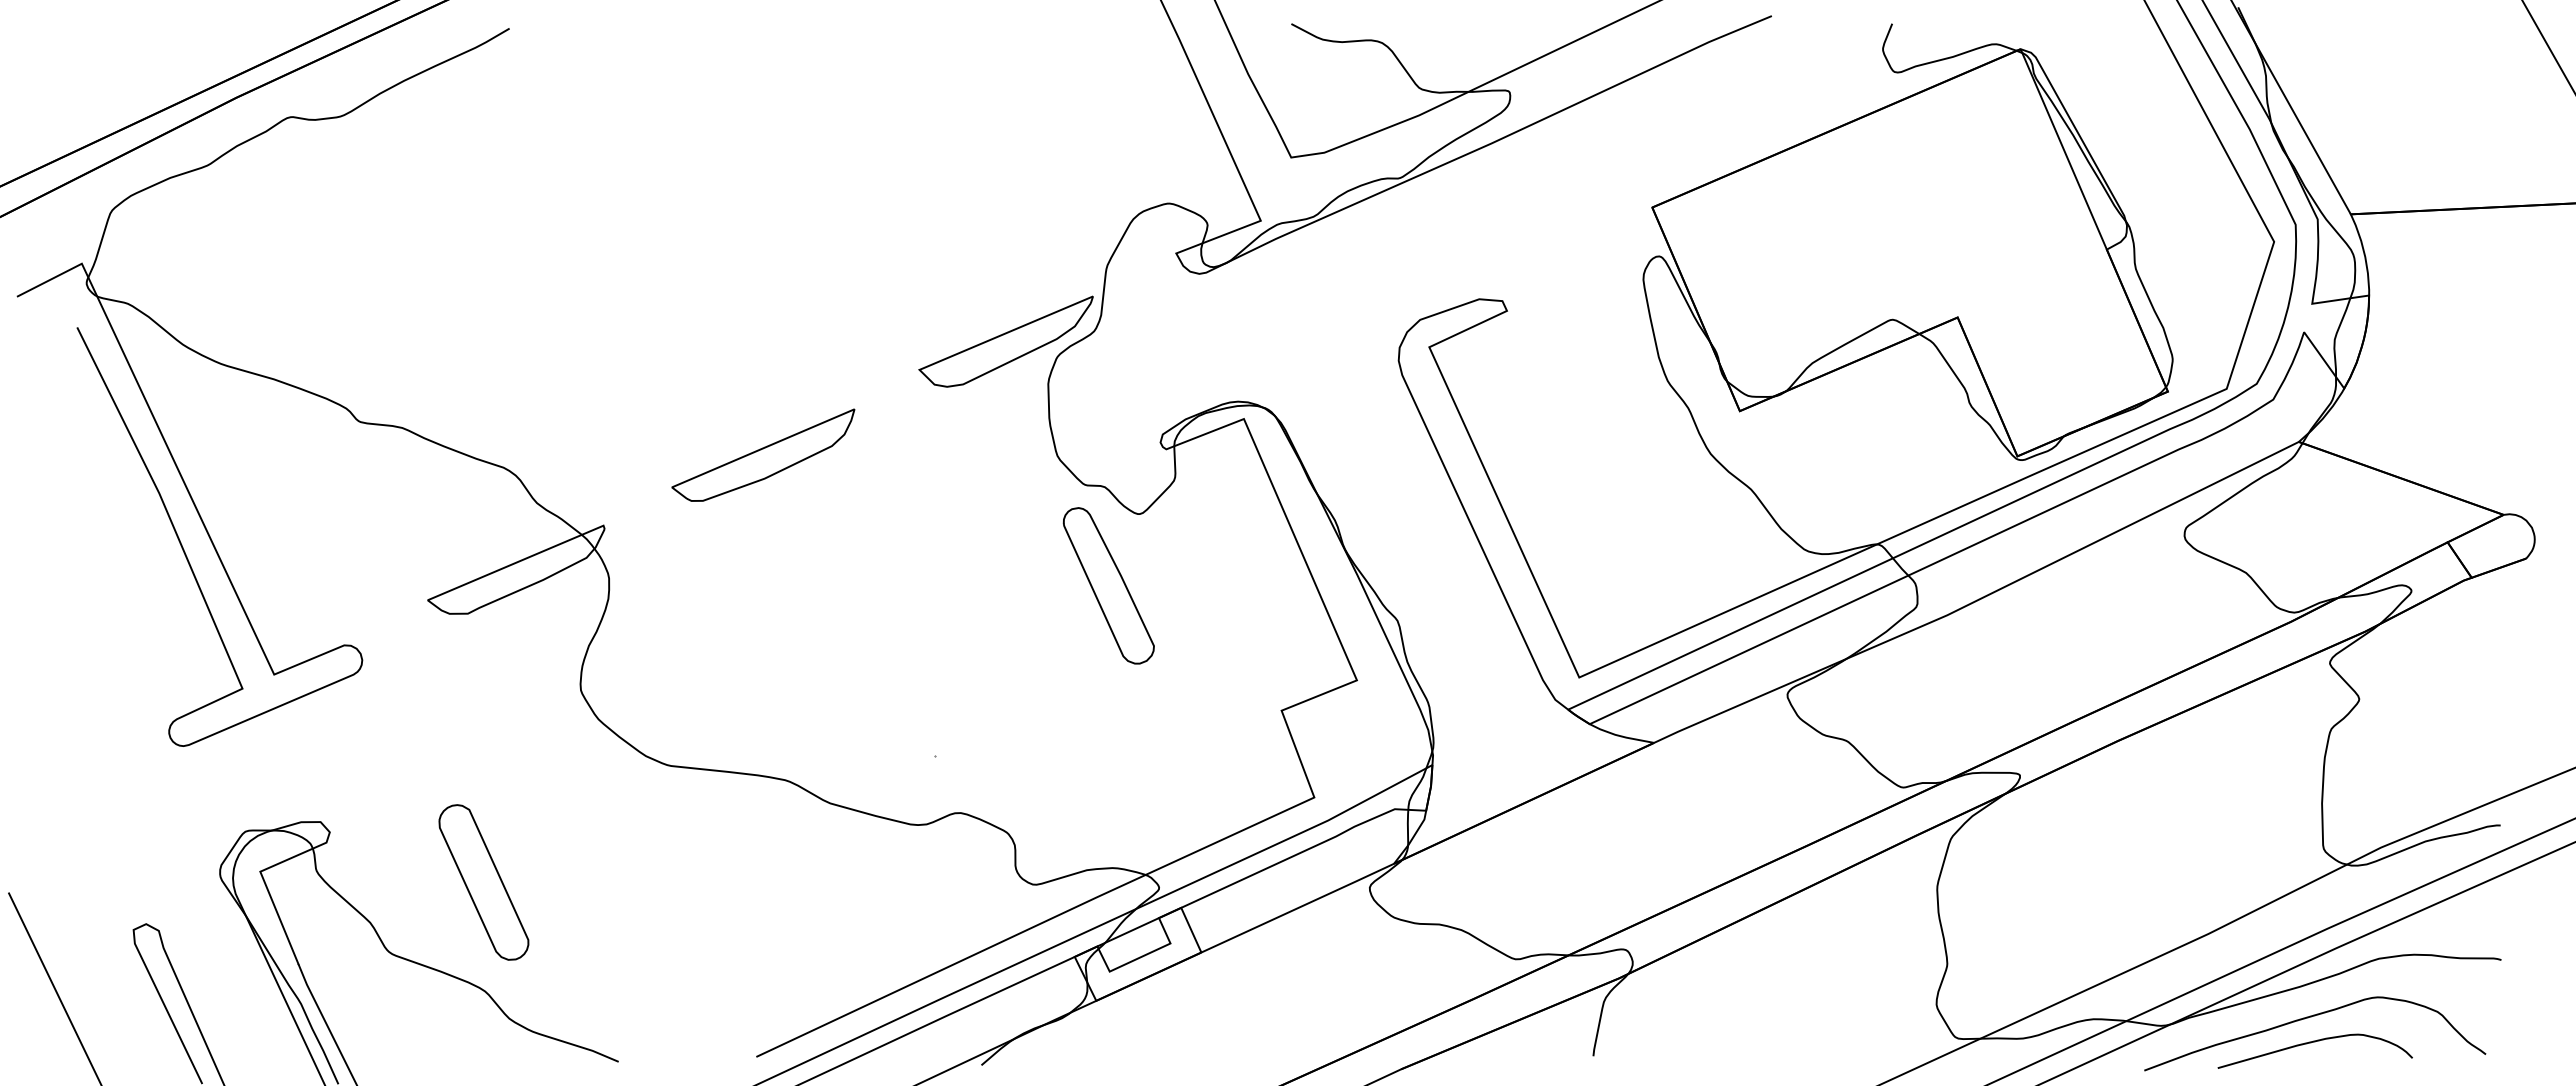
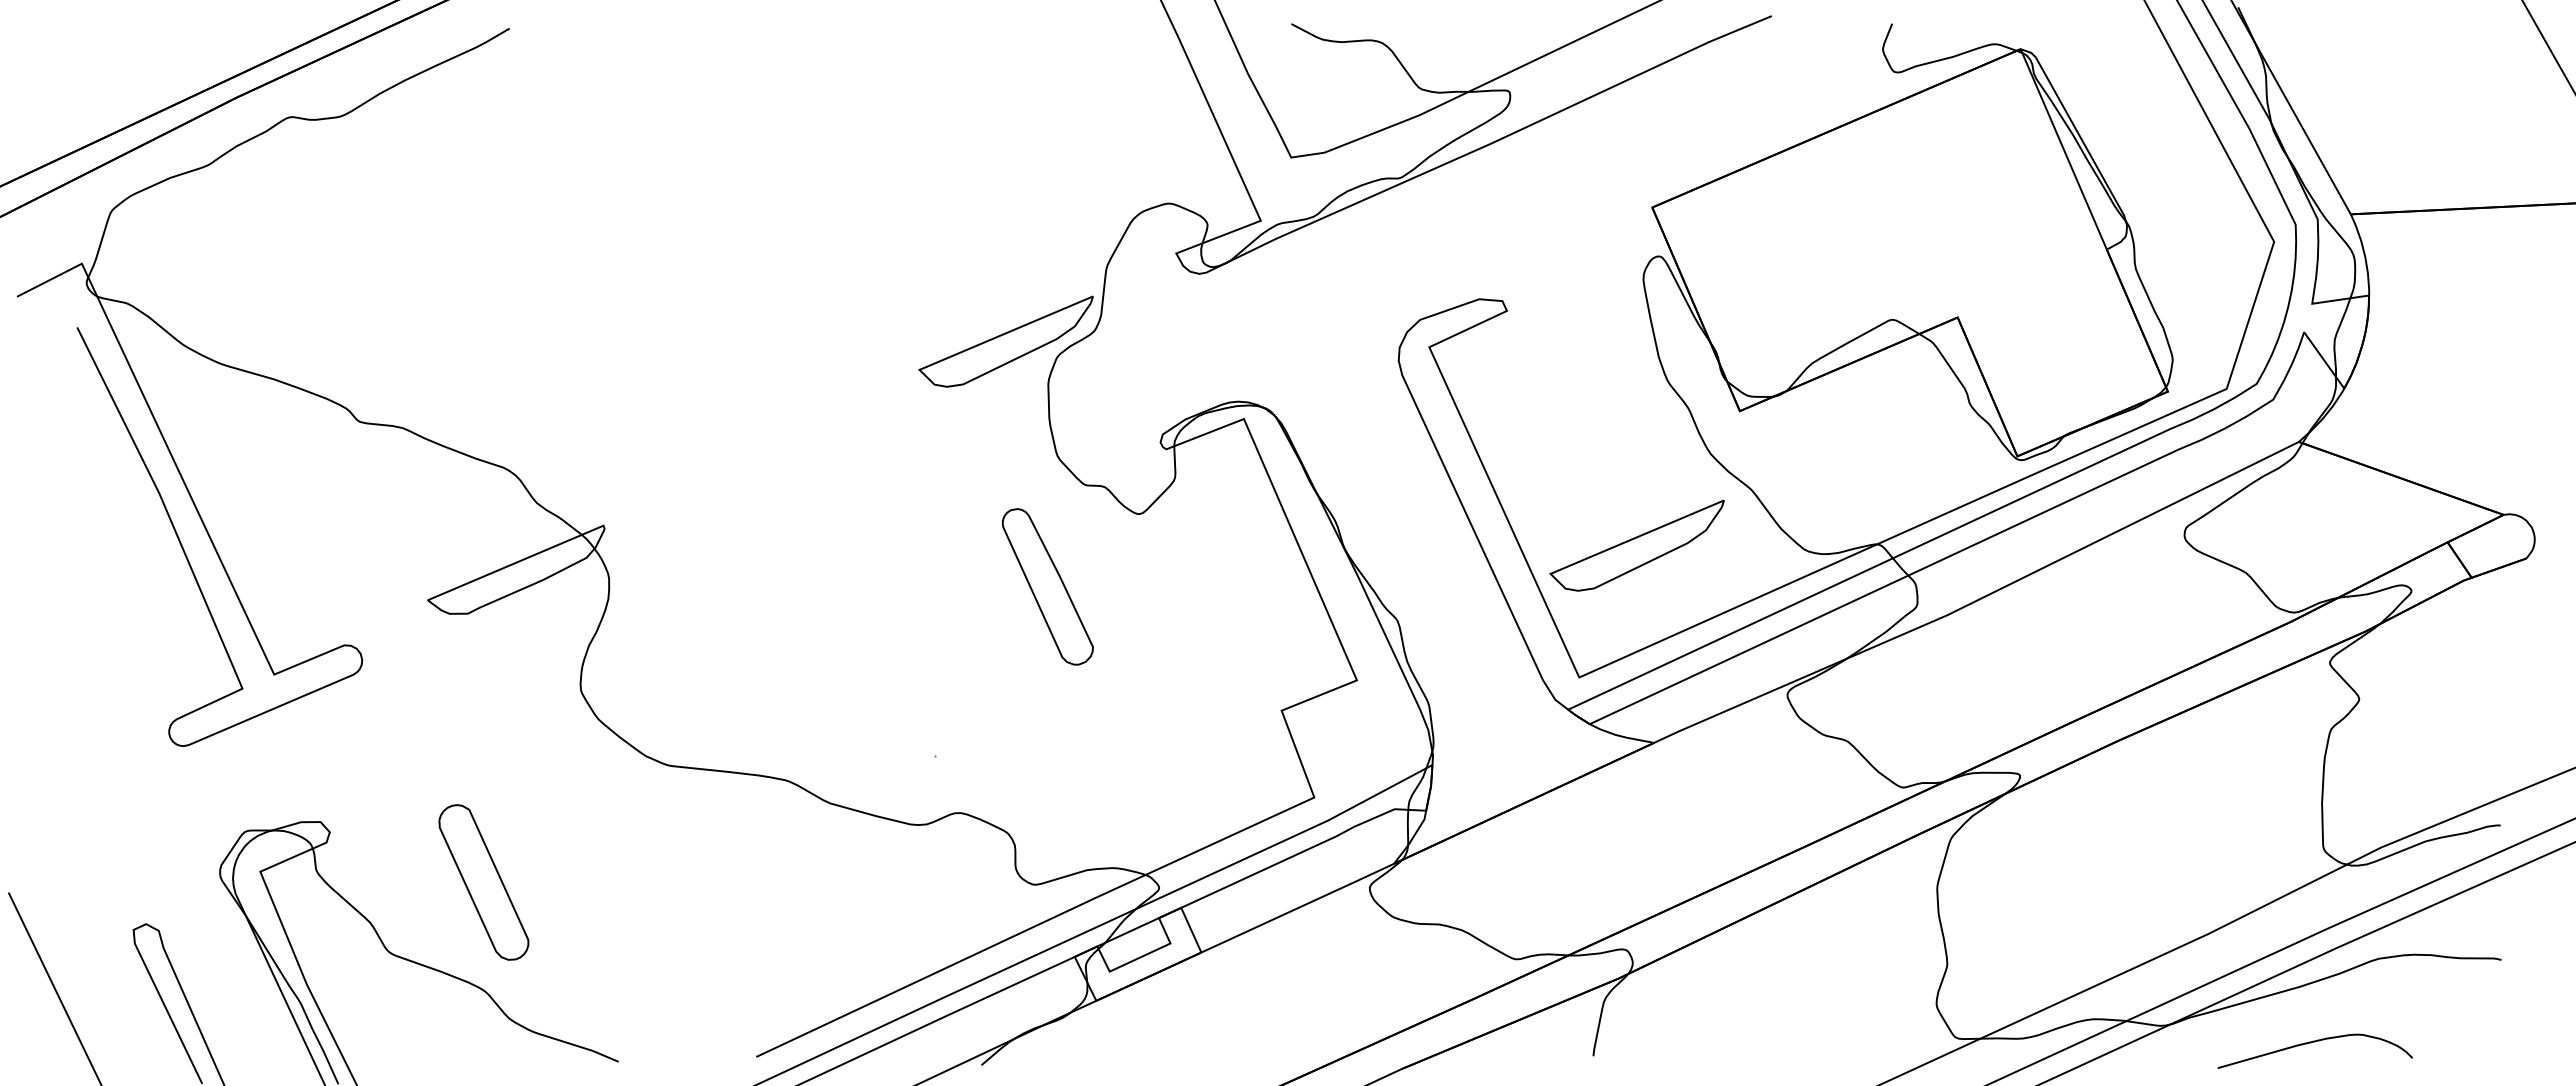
part at (763, 454): present -> none
part at (1636, 545): none -> present
part at (1108, 585) position: (1108, 585) -> (1047, 586)
curve at (2311, 1017): present -> none
